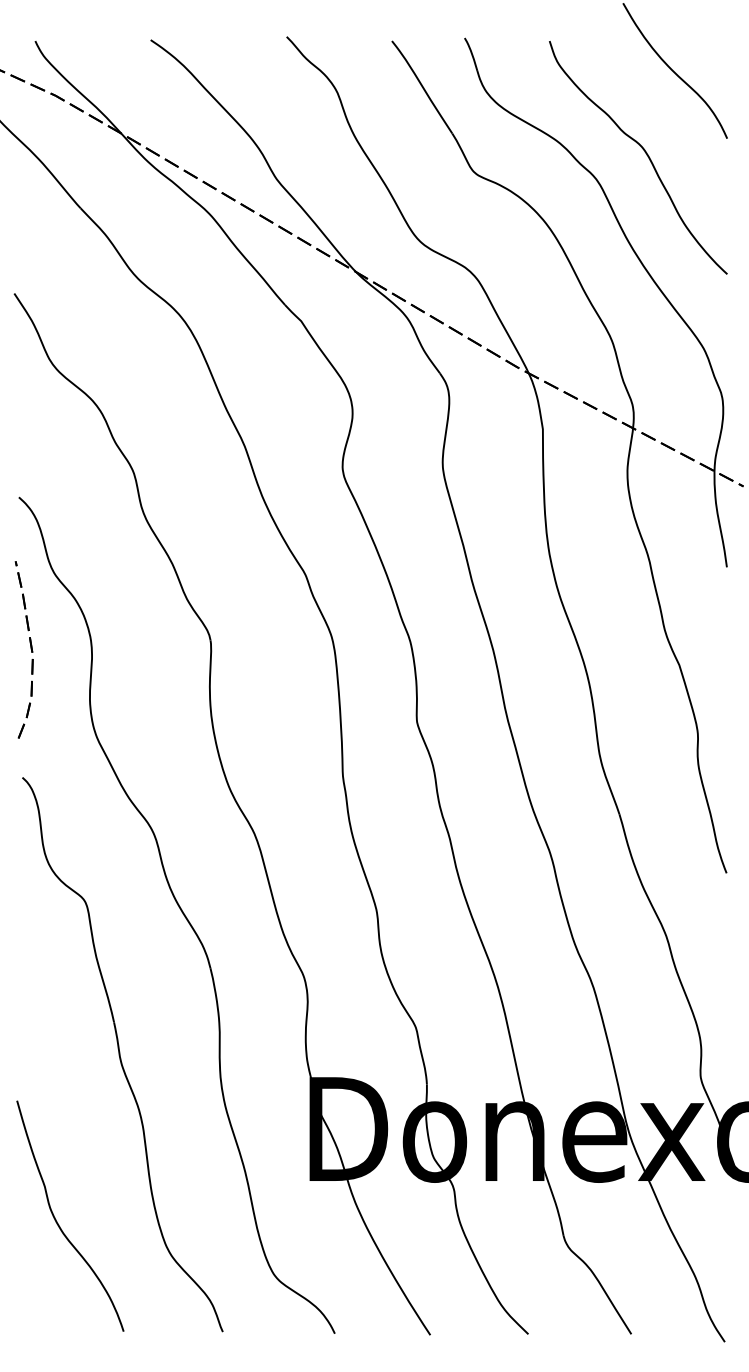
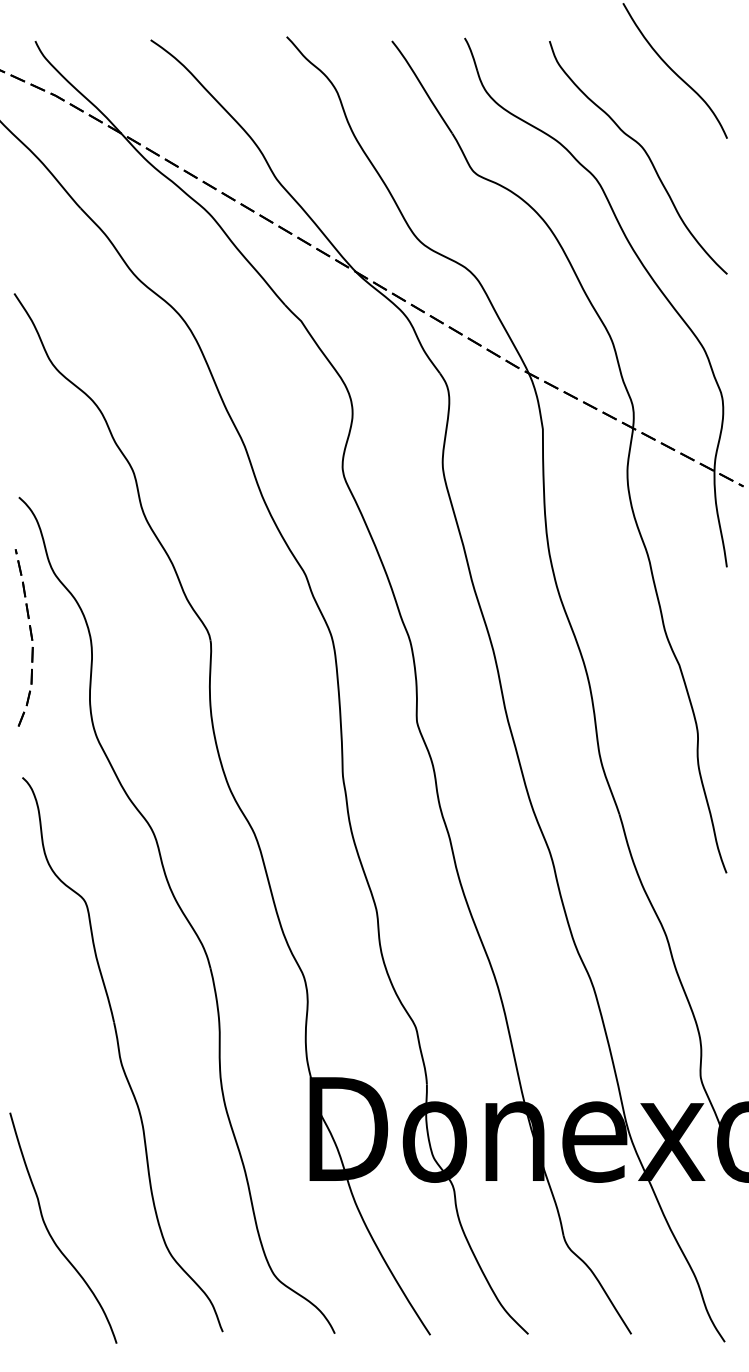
part at (30, 649) position: (30, 649) -> (30, 637)
curve at (57, 1221) position: (57, 1221) -> (50, 1233)
